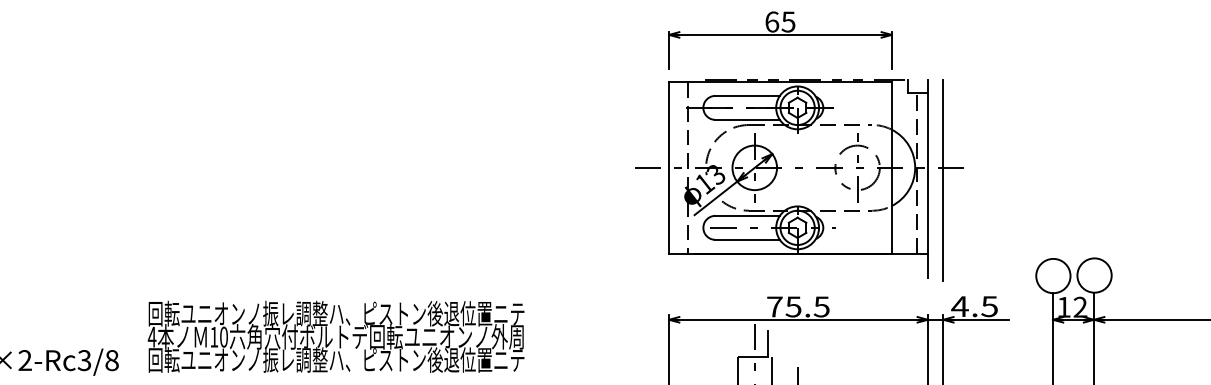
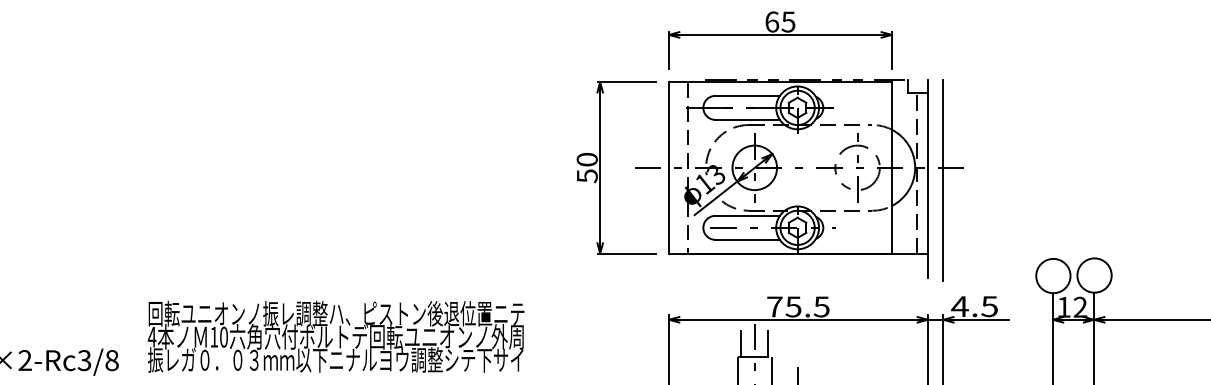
part at (600, 167): none -> present
line at (741, 342): none -> present
text at (336, 359): 回転ユニオンノ振レ調整ハ、ピストン後退位置ニテ -> 振レガ０．０３ｍｍ以下ニナルヨウ調整シテ下サイ
